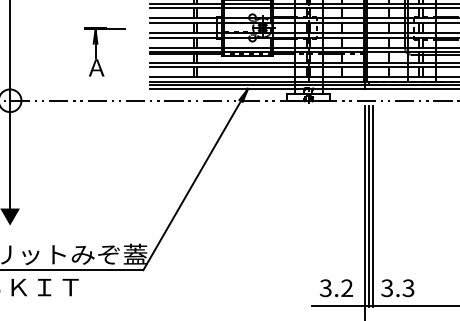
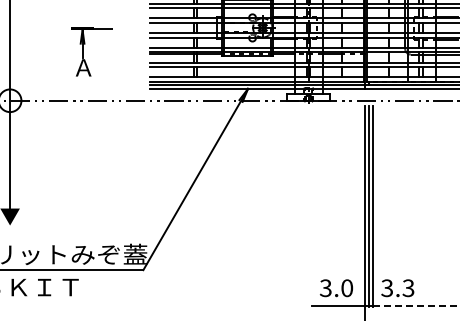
part at (96, 51) position: (96, 51) -> (83, 51)
text at (347, 288): 3.2 -> 3.0
line at (416, 305): solid -> dashed
